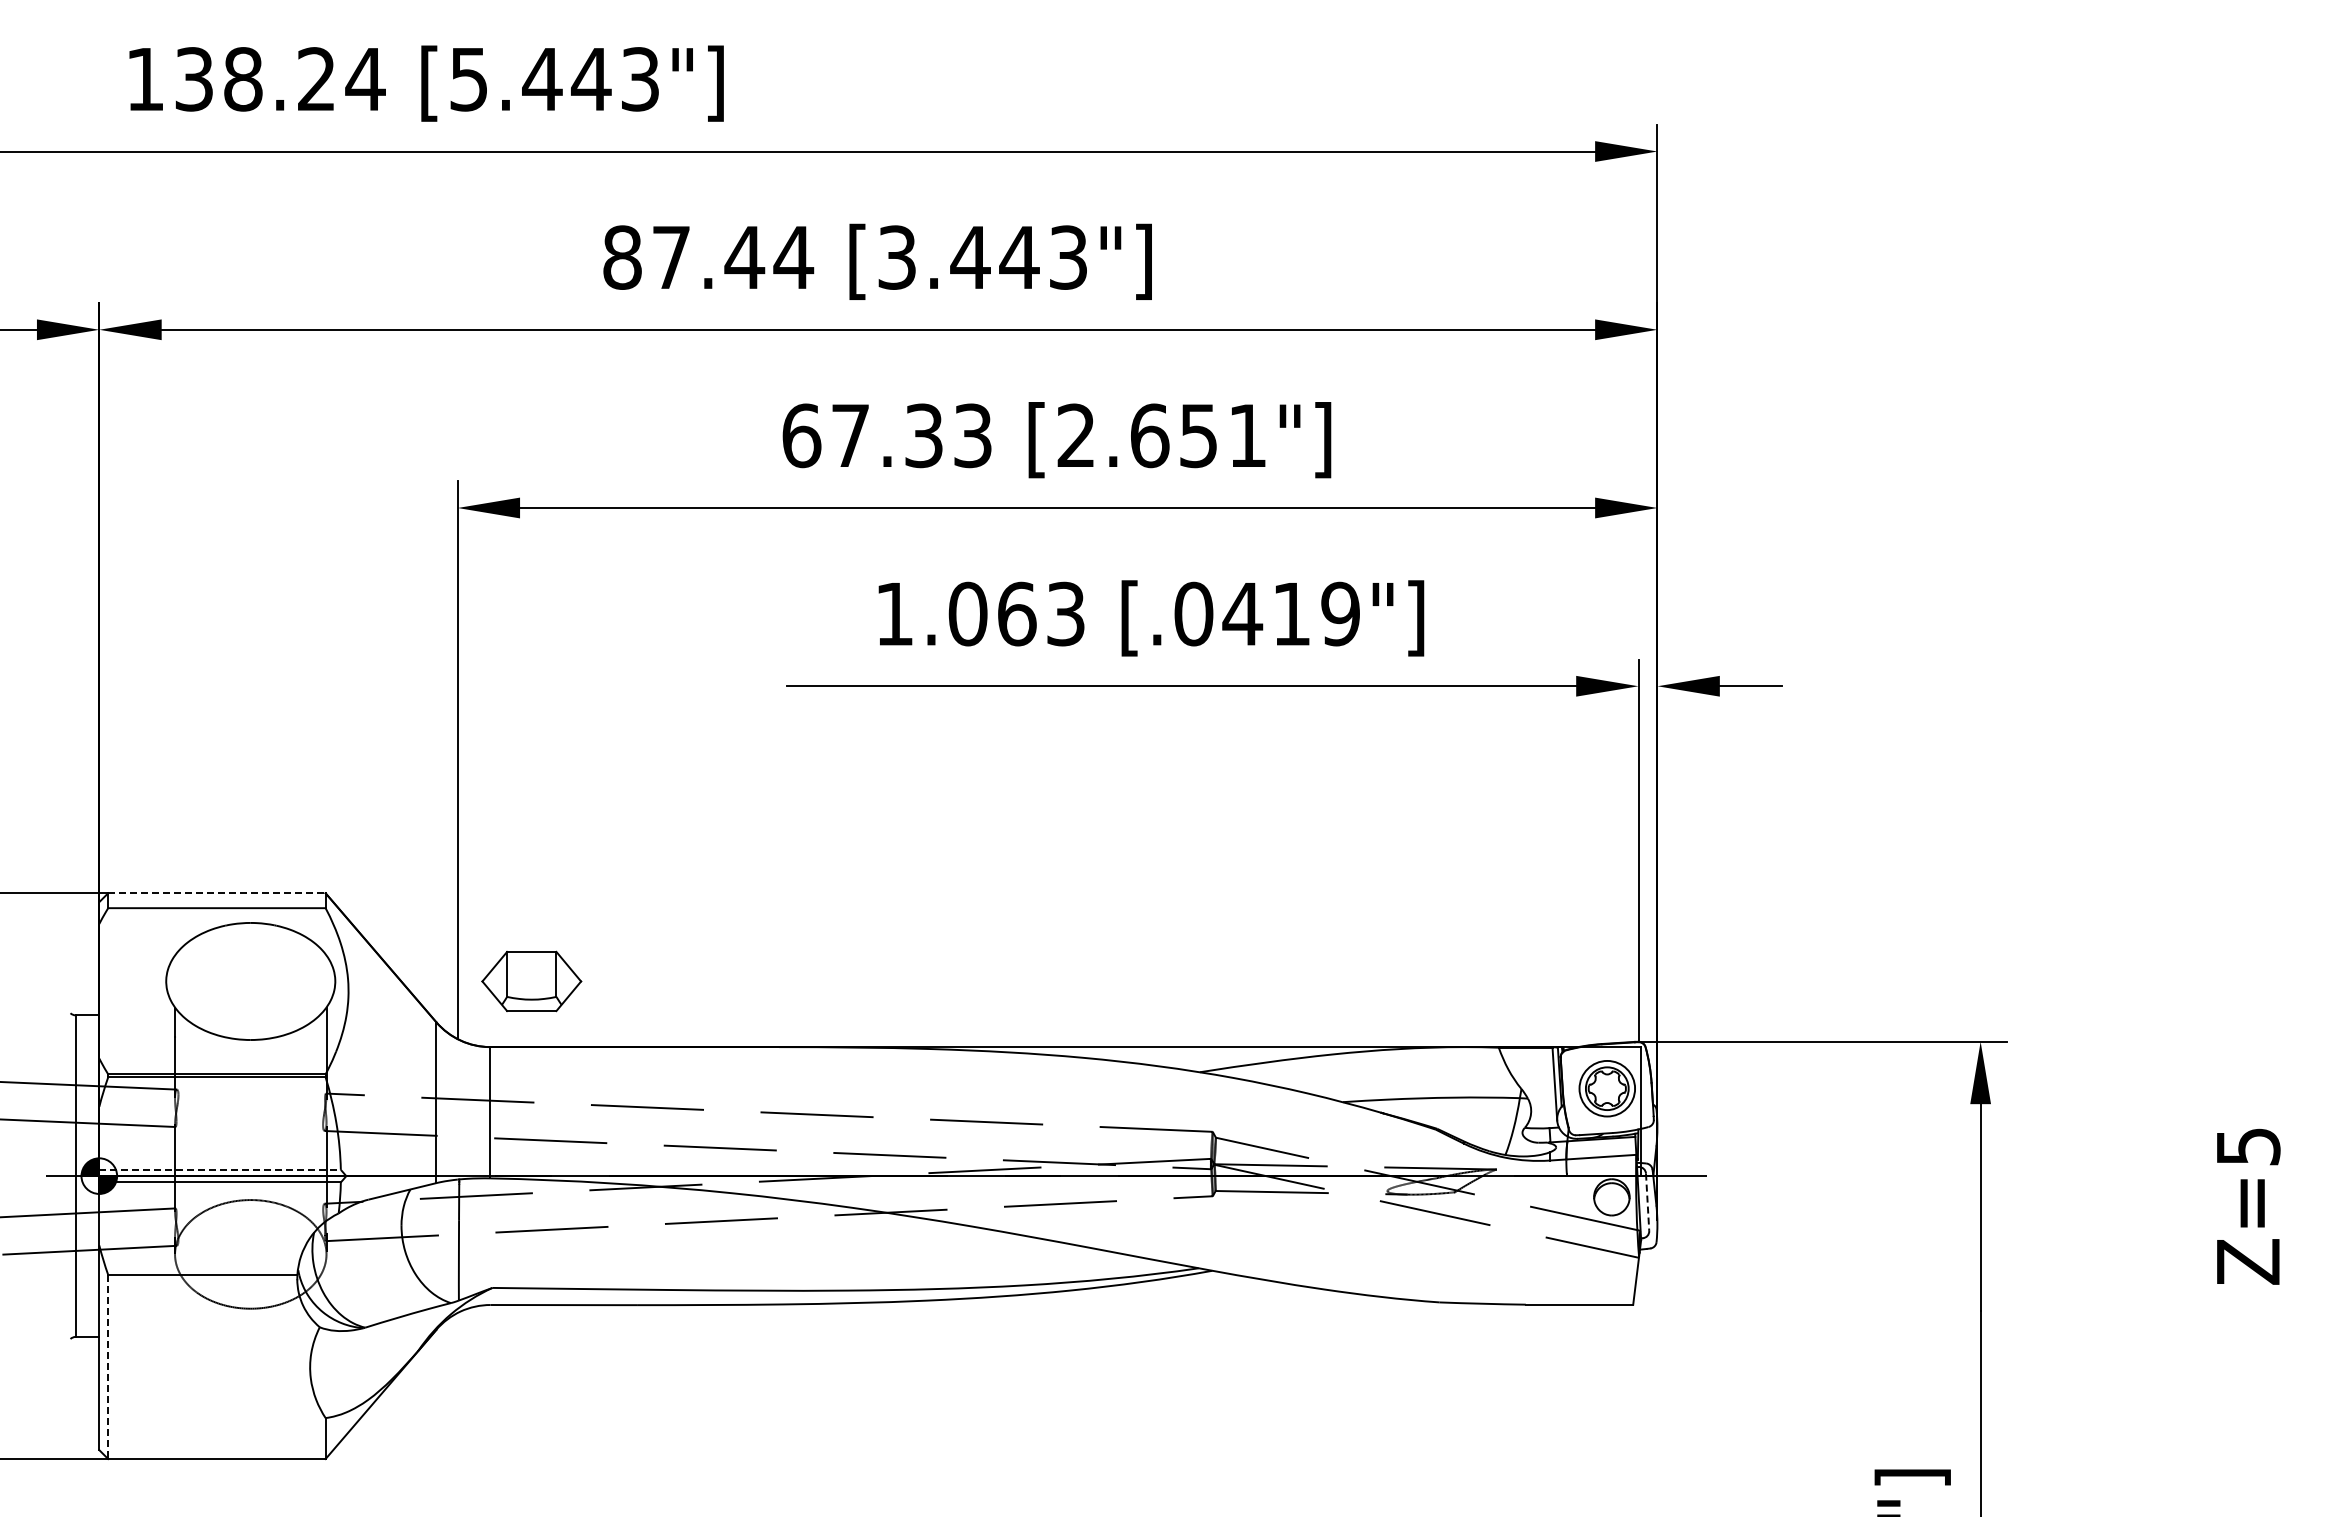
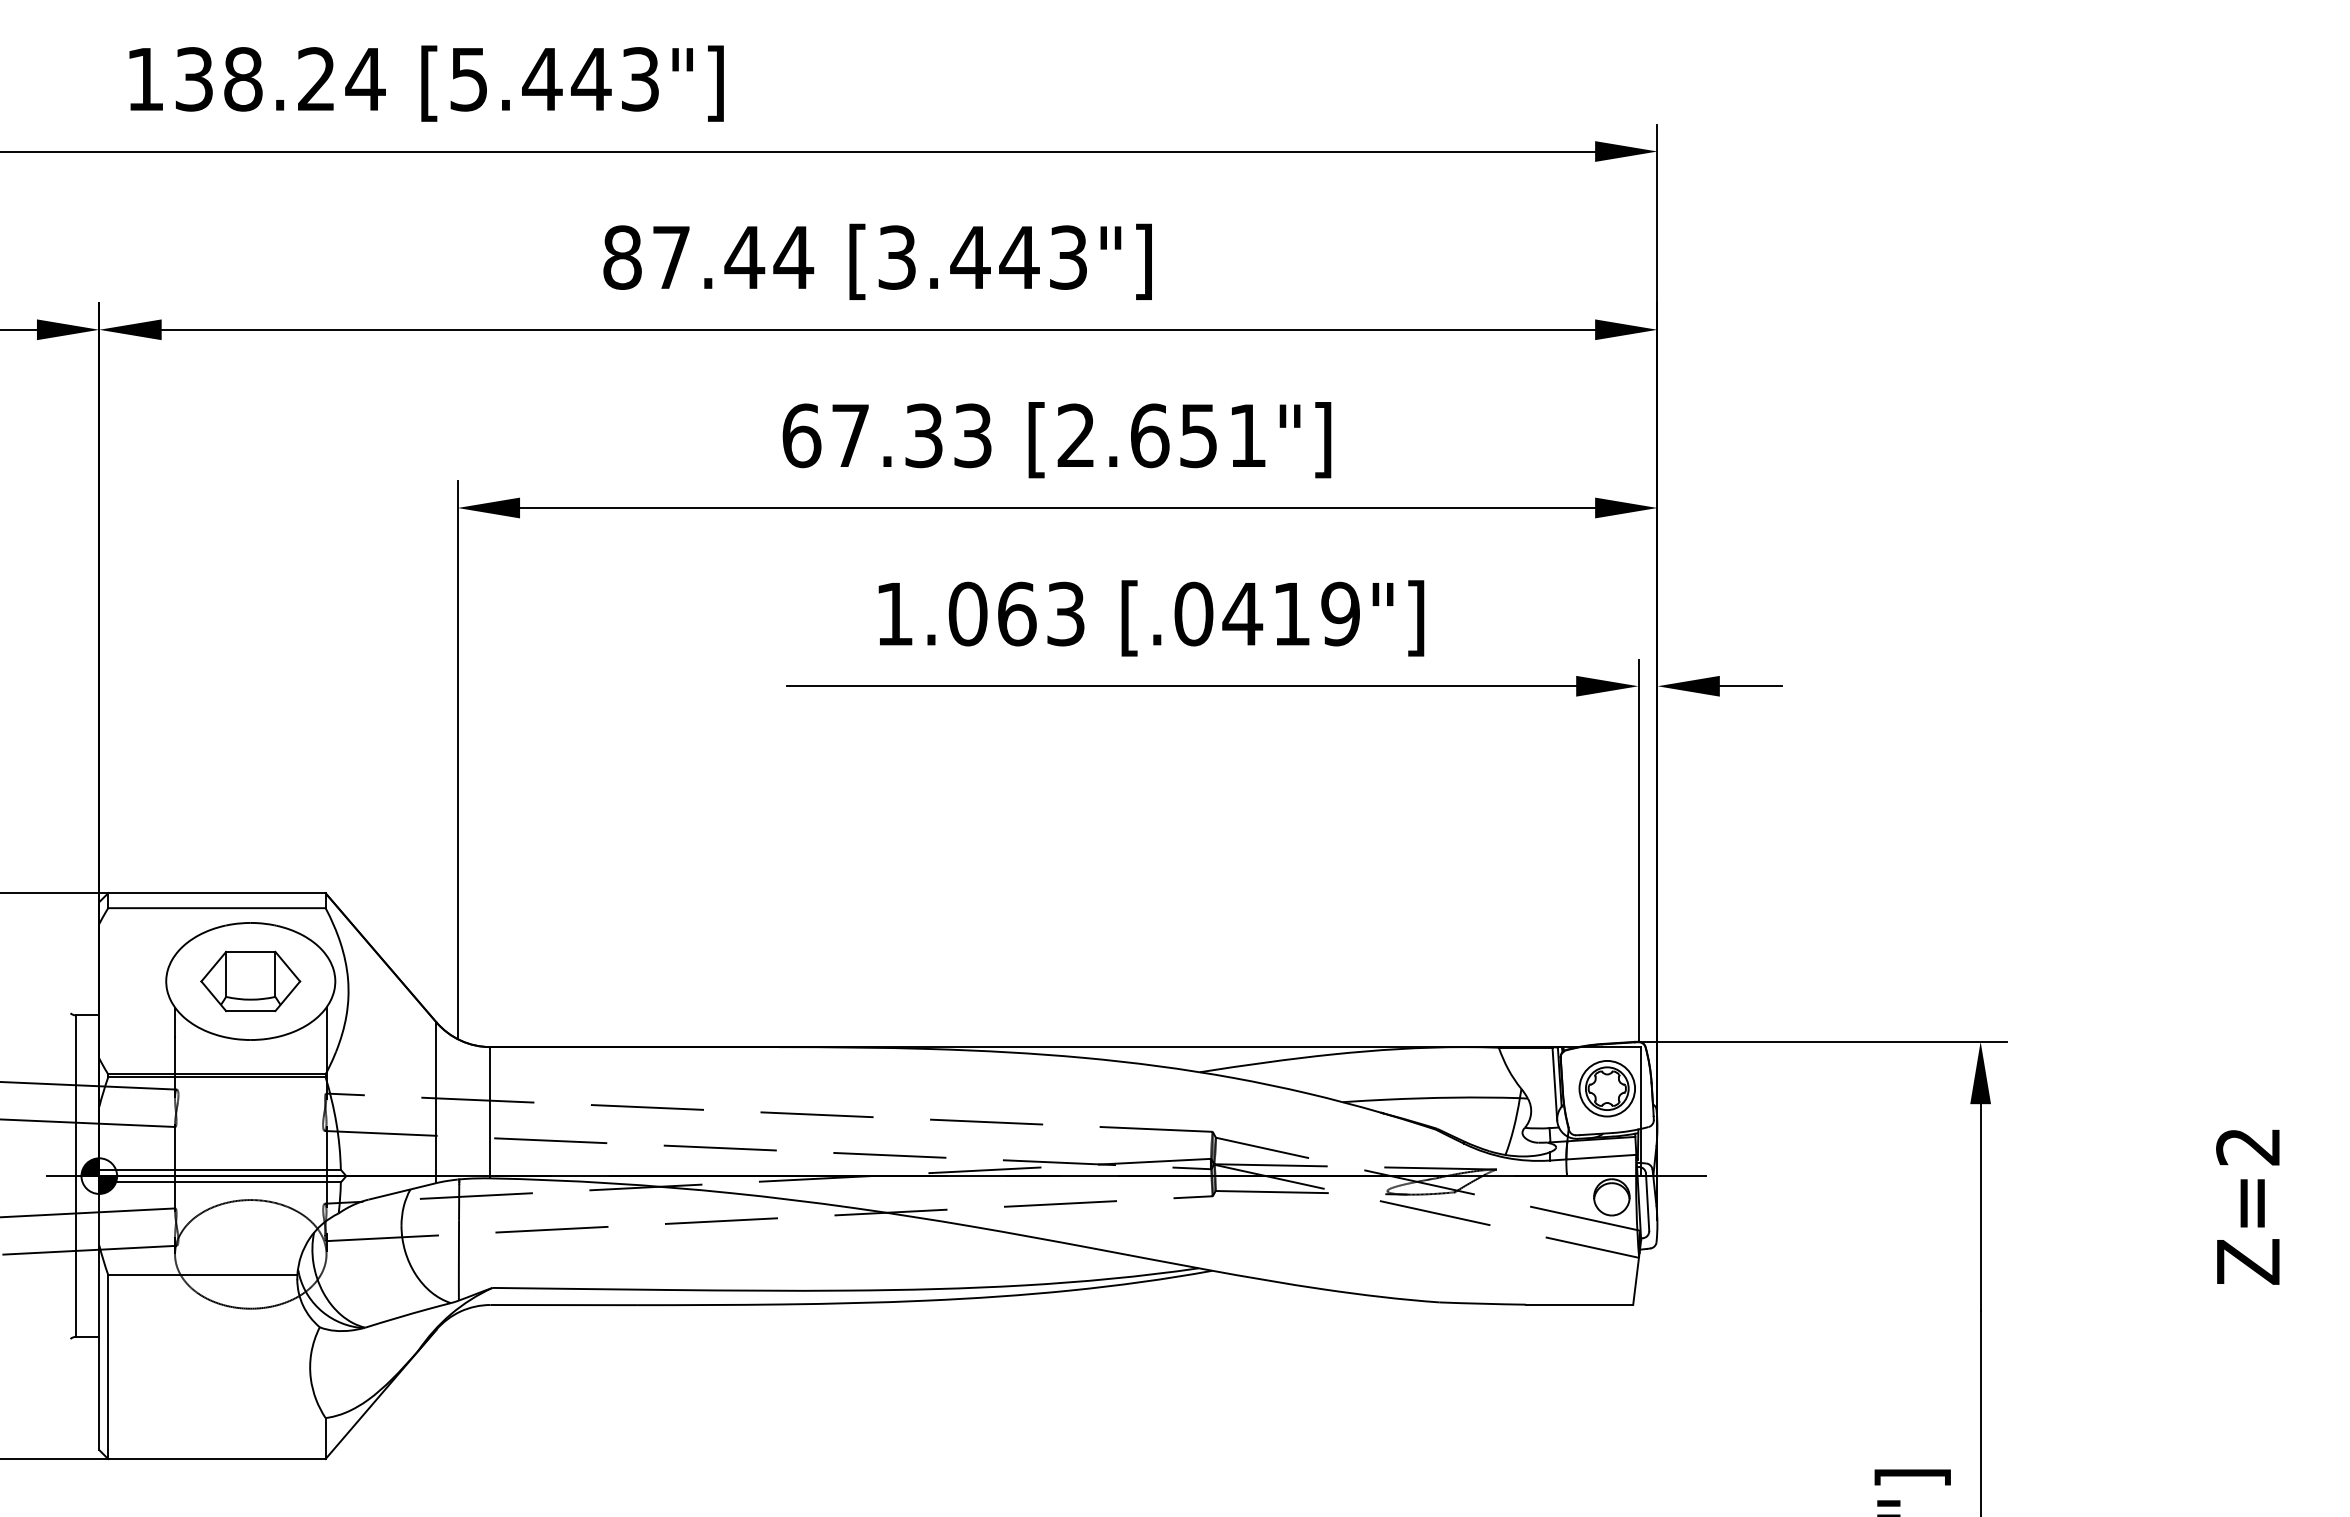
line at (216, 893): dashed -> solid
part at (531, 981) position: (531, 981) -> (250, 981)
text at (2248, 1146): Z=5 -> Z=2
line at (220, 1169): dashed -> solid
line at (1647, 1202): dashed -> solid
line at (108, 1367): dashed -> solid
